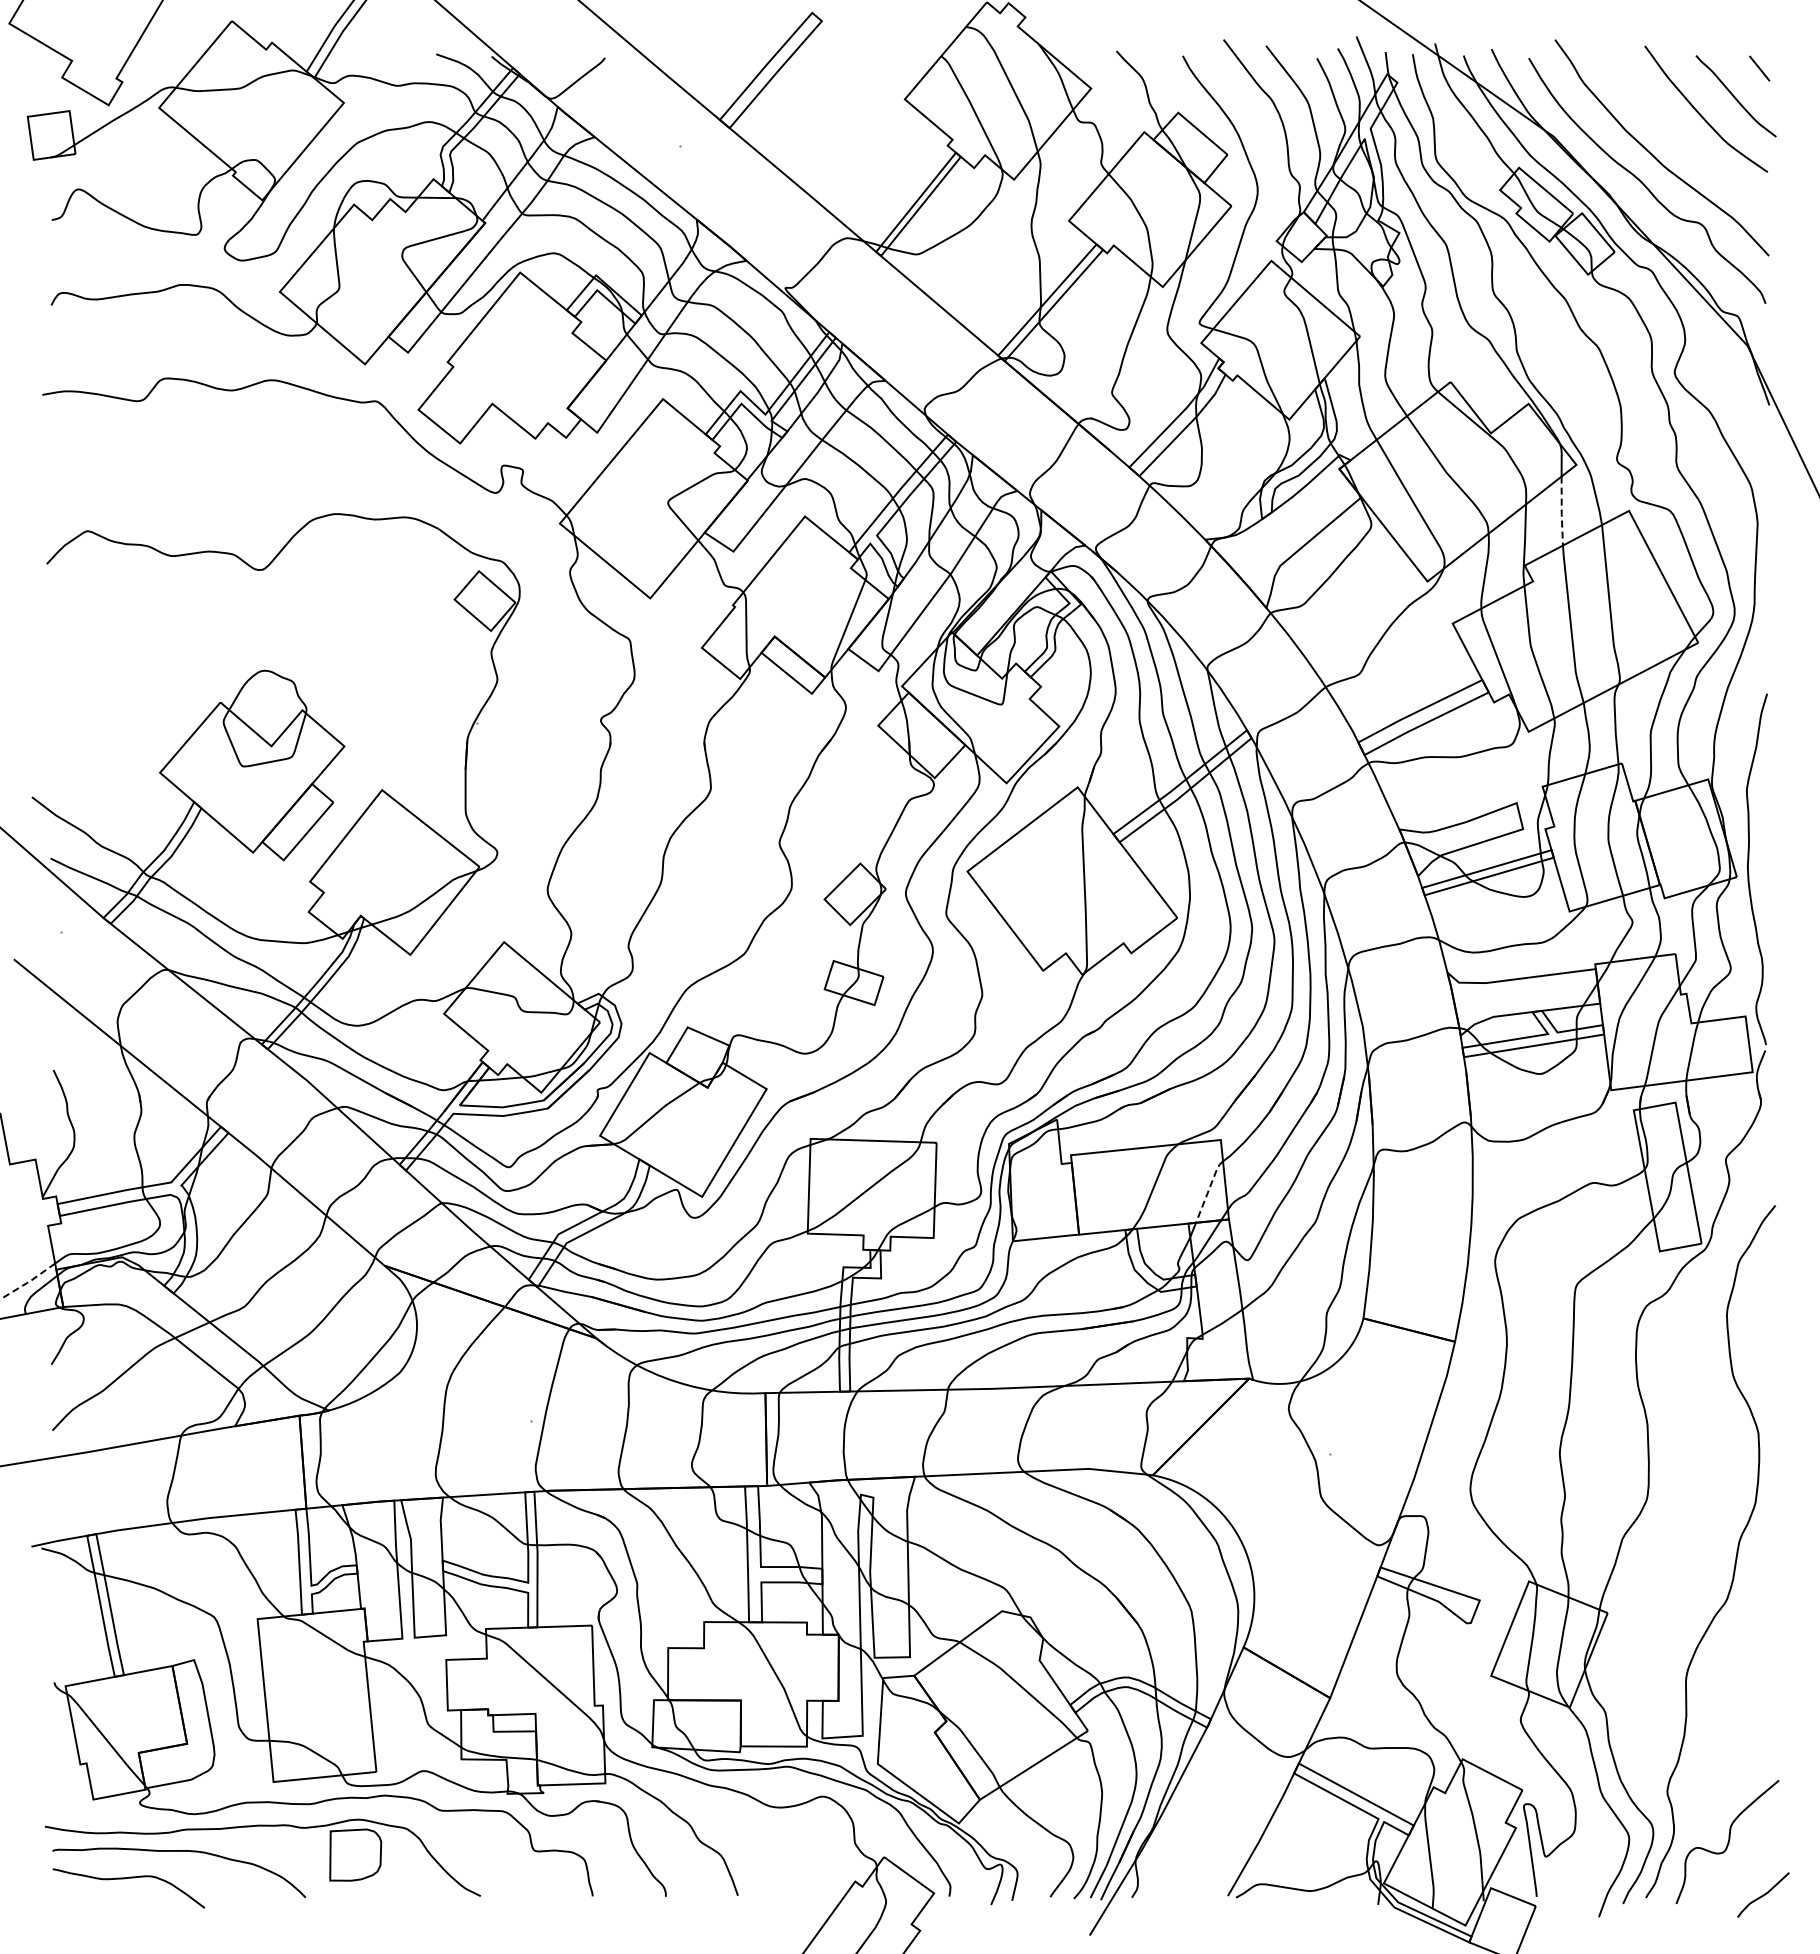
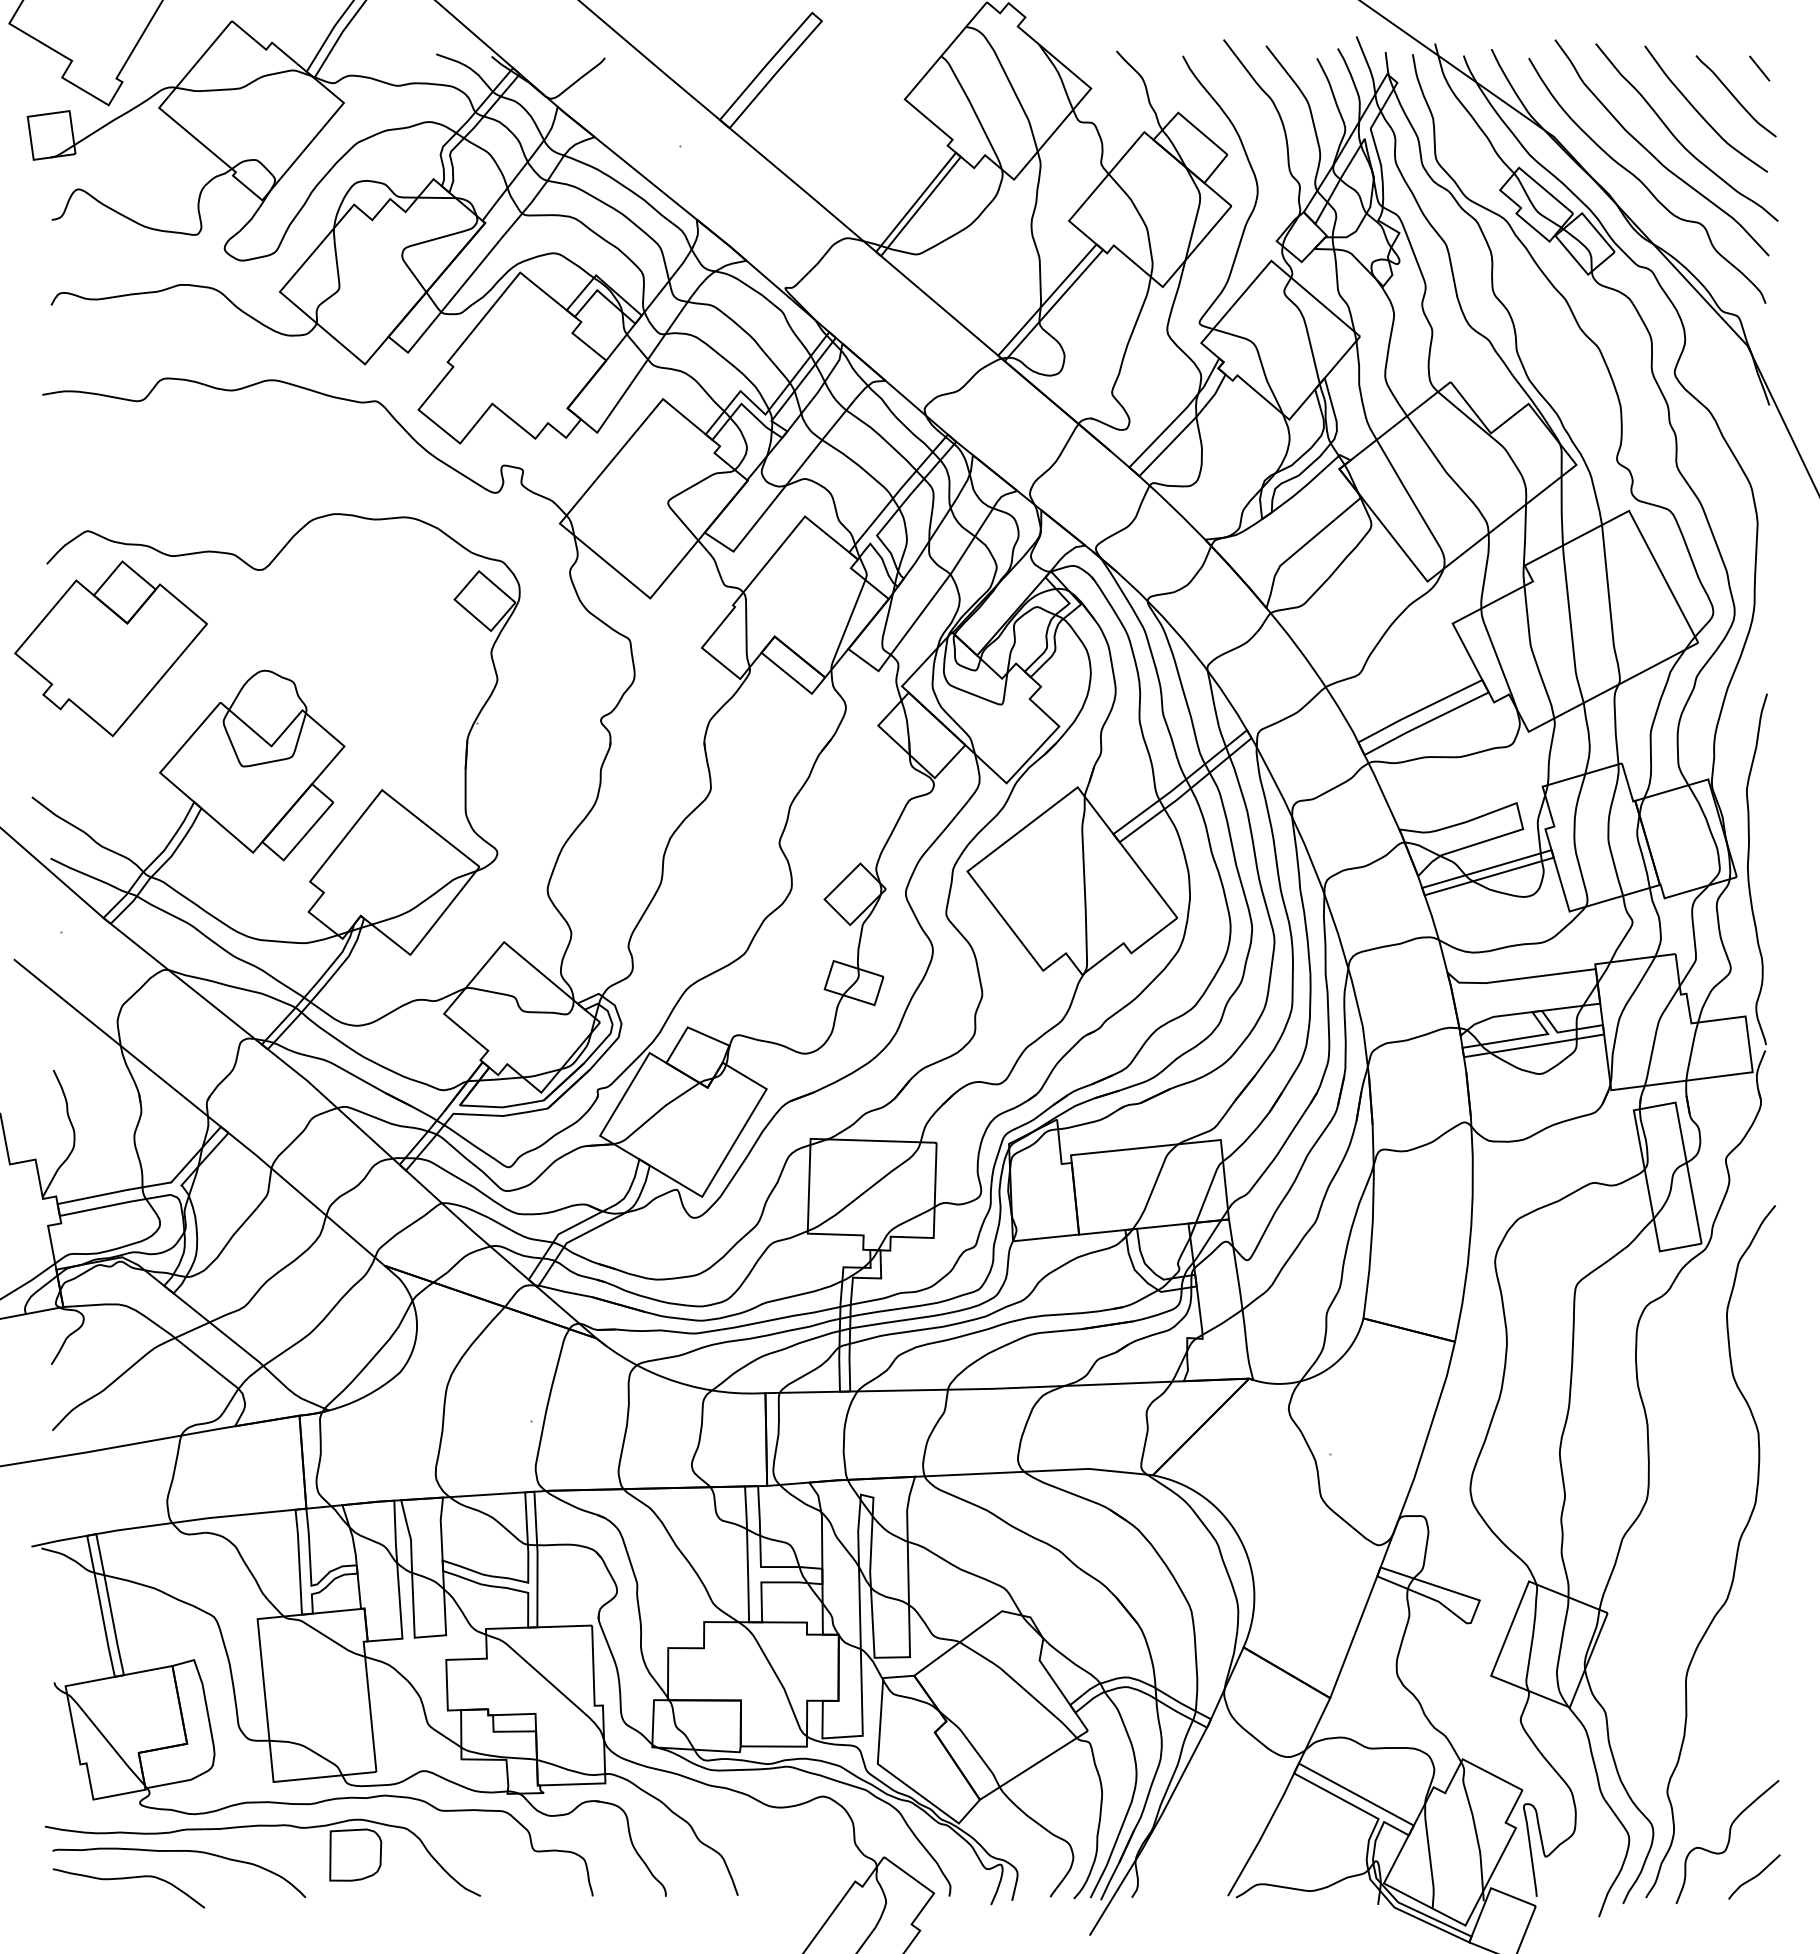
curve at (1678, 139): none -> present
line at (1561, 512): dashed -> solid
part at (110, 648): none -> present
line at (1208, 1190): dashed -> solid
line at (28, 1282): dashed -> solid
curve at (1763, 1894) position: (1763, 1894) -> (1754, 1876)
